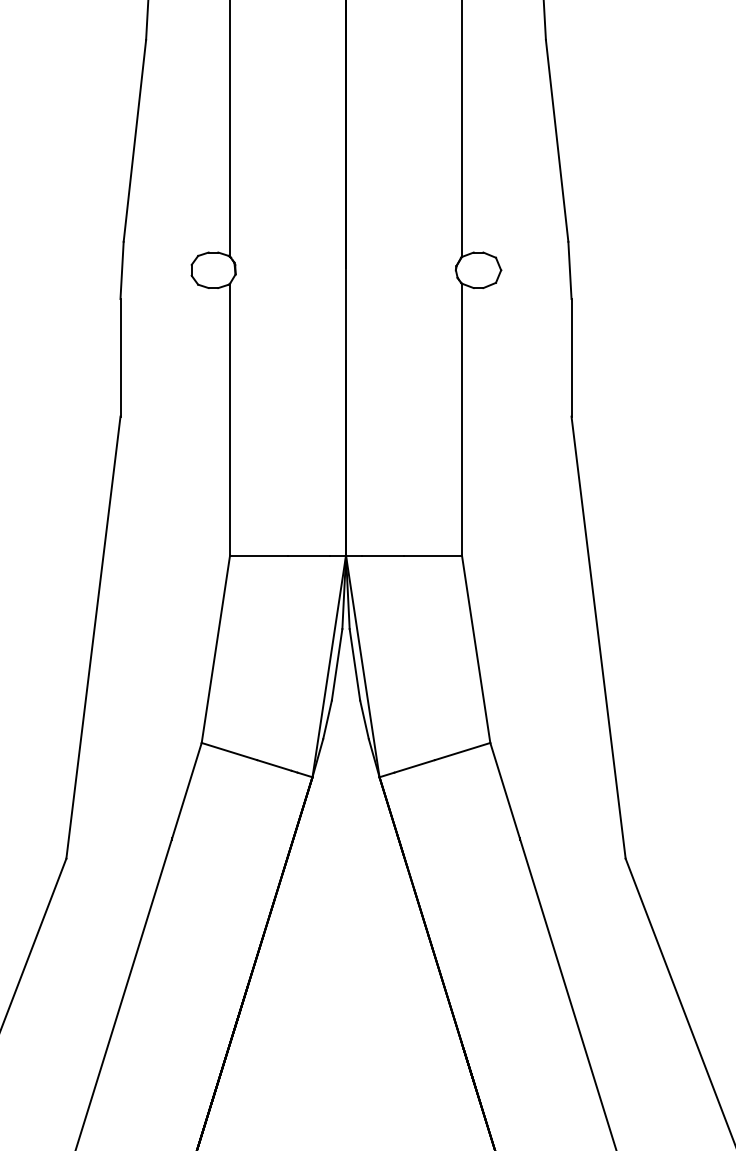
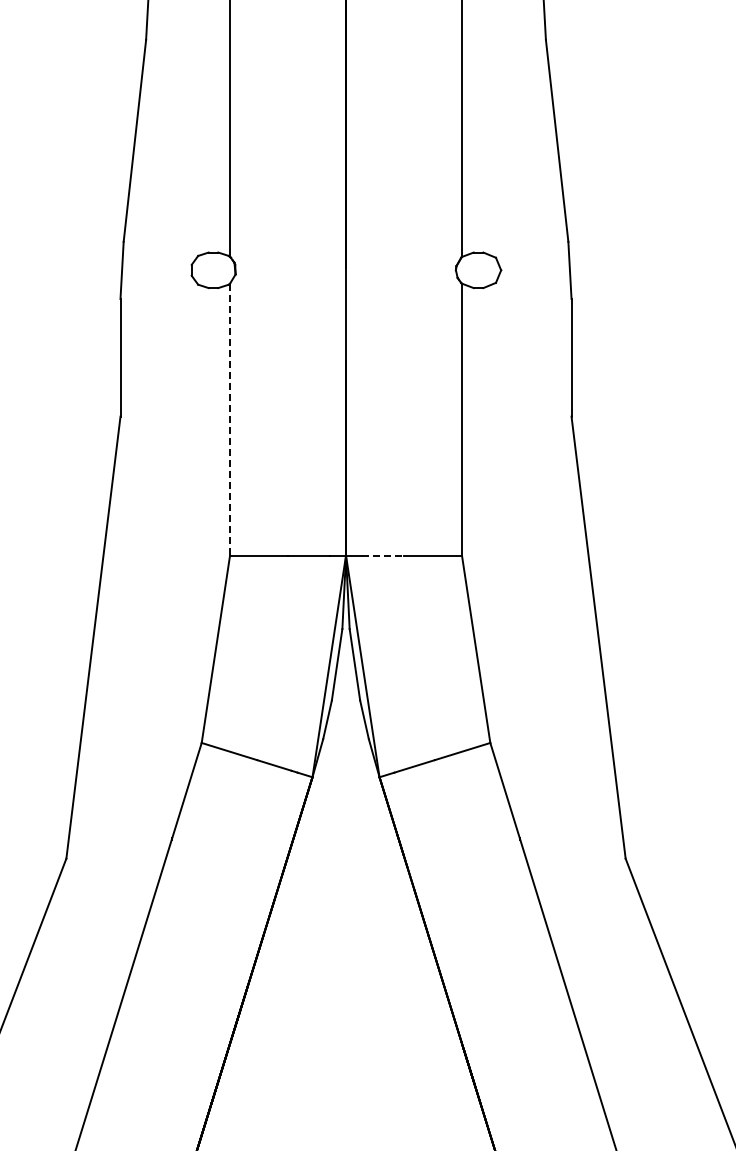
line at (230, 419): solid -> dashed
line at (383, 555): solid -> dashed
